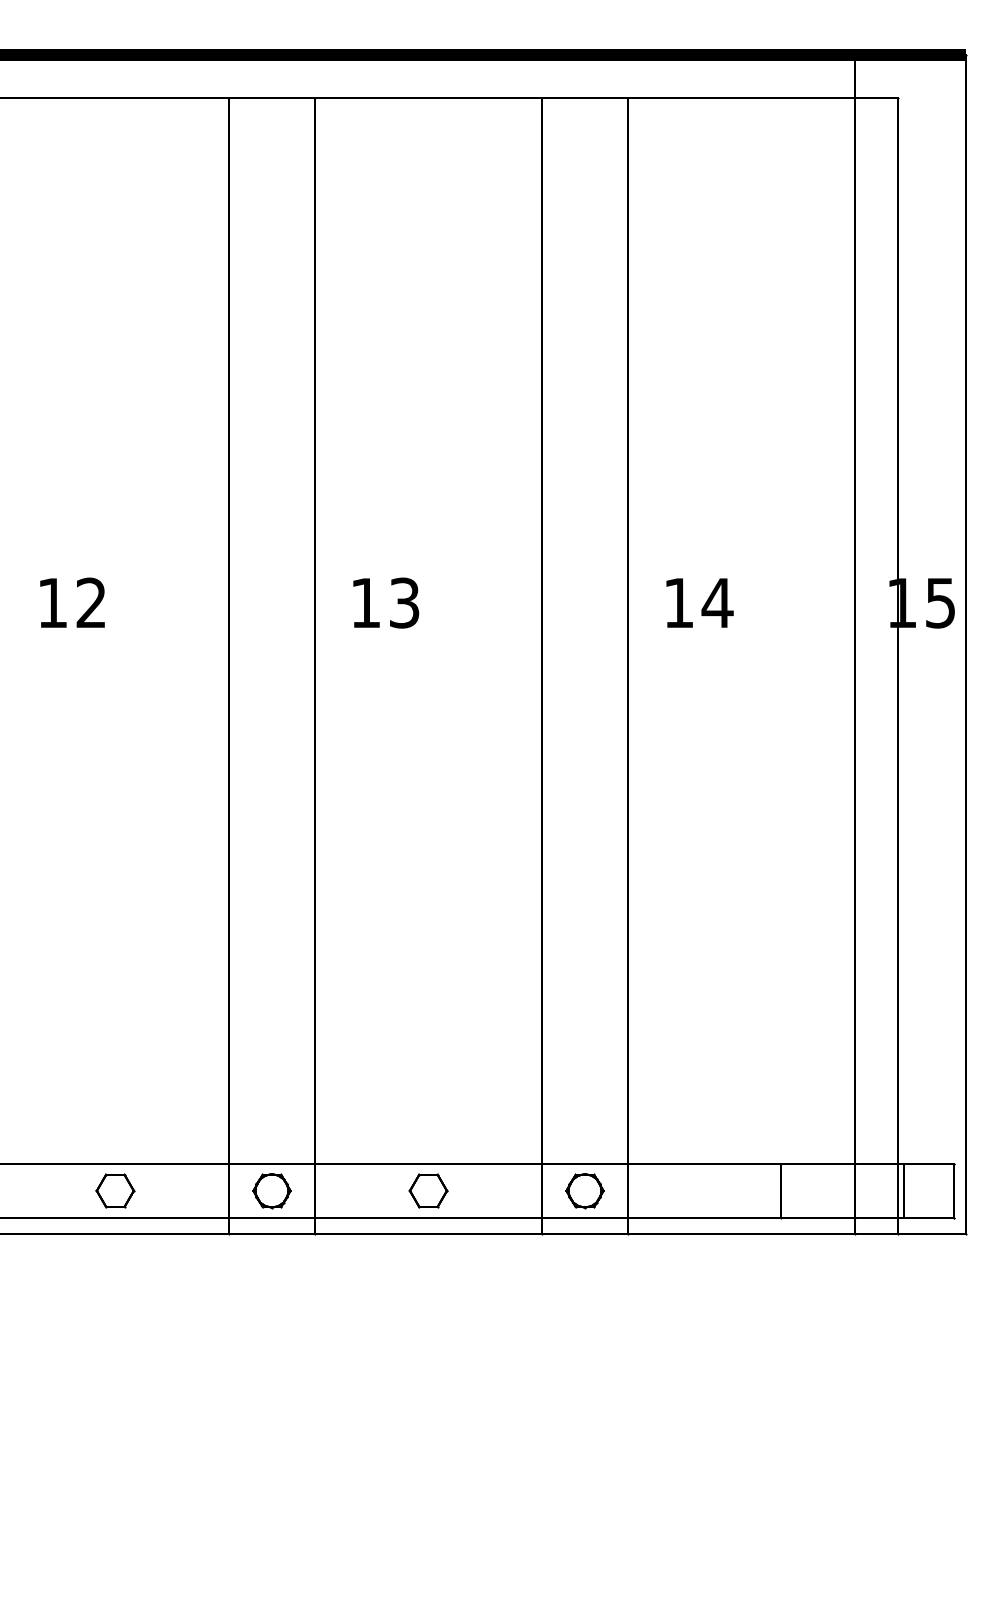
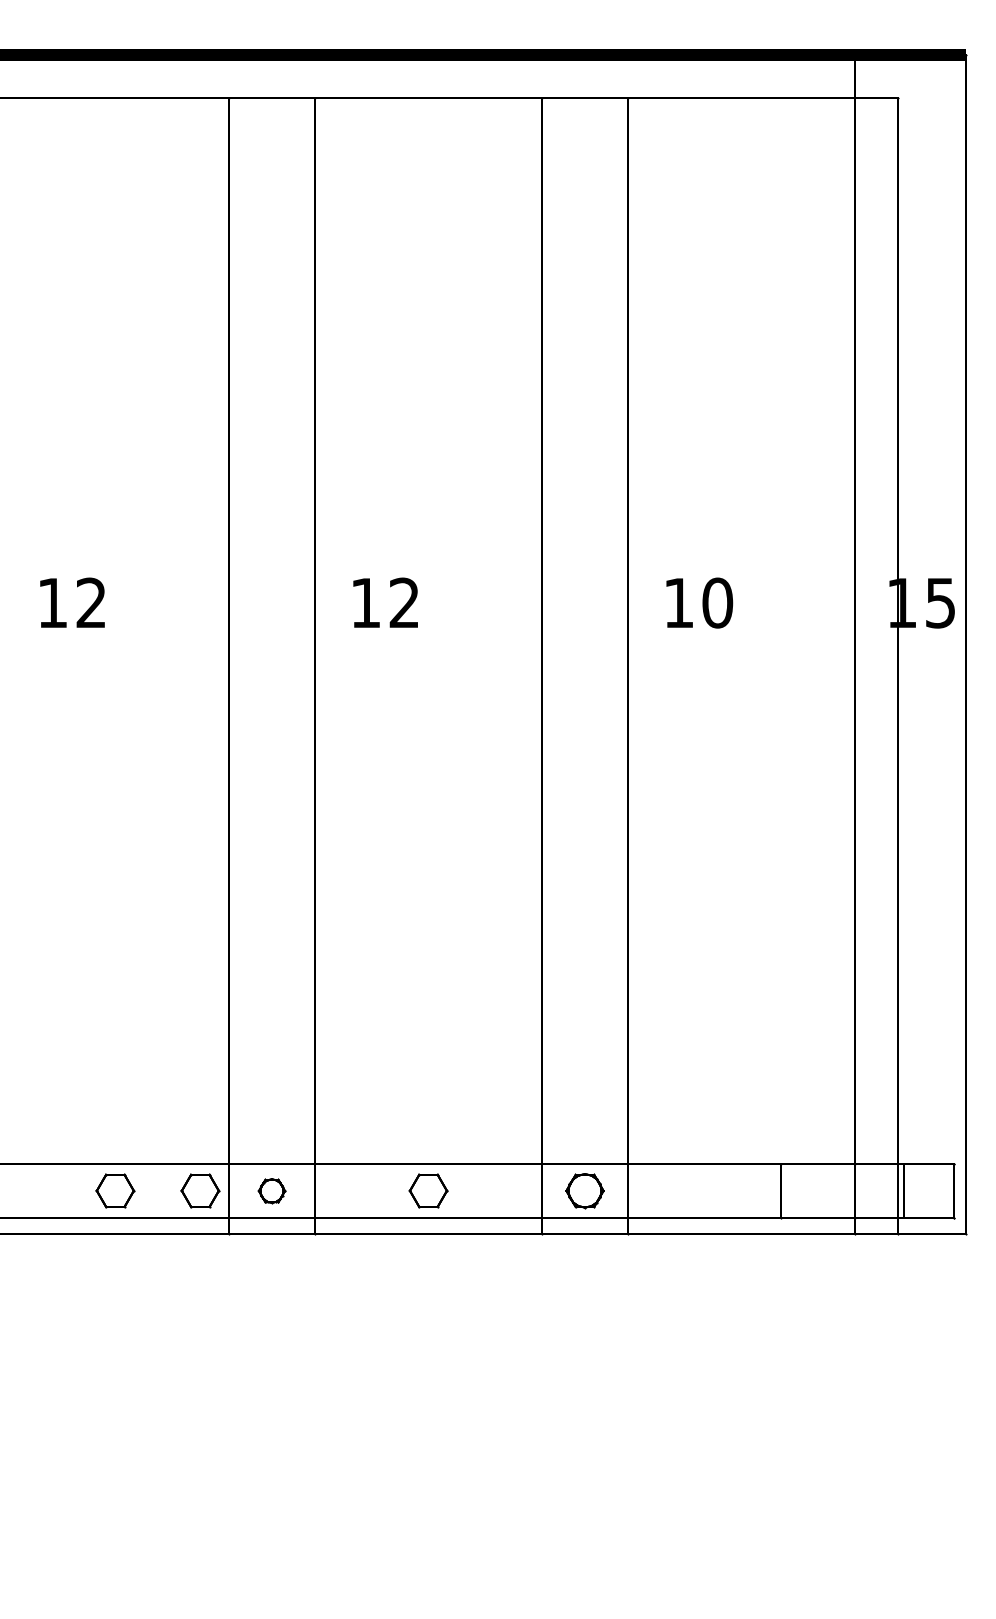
text at (404, 602): 13 -> 12
text at (717, 602): 14 -> 10
part at (200, 1190): none -> present
part at (271, 1191) size: 40x37 px -> 30x27 px
